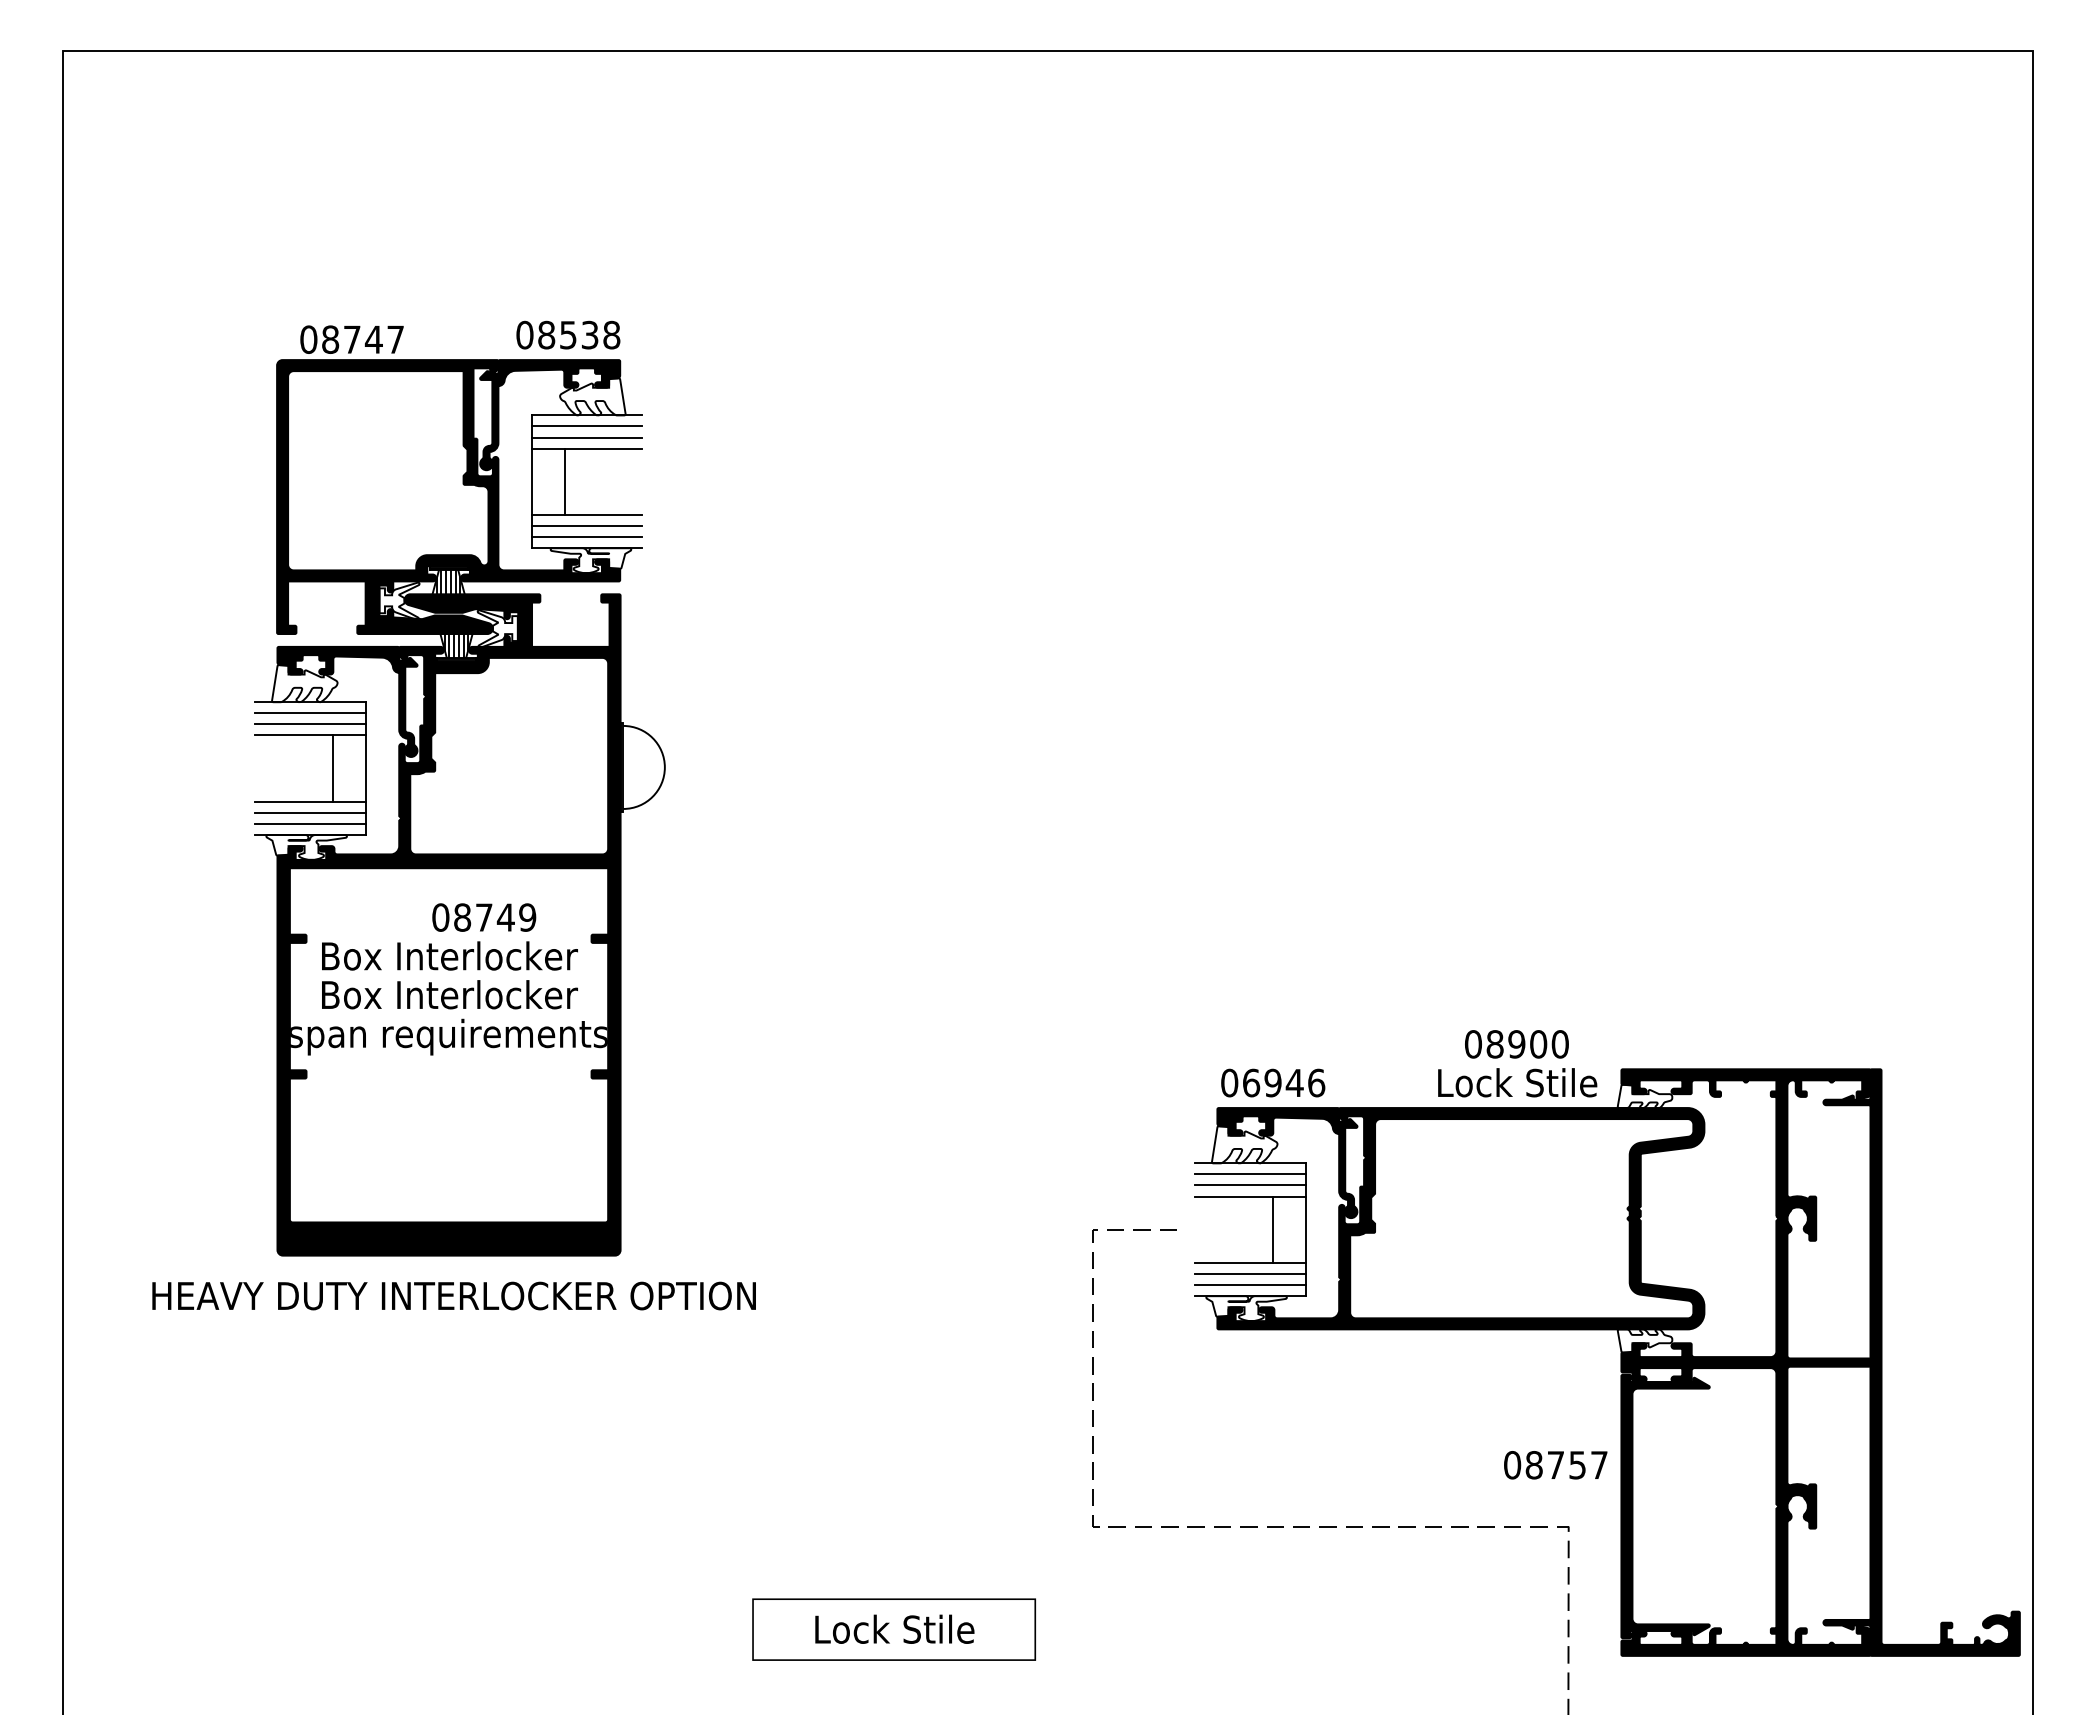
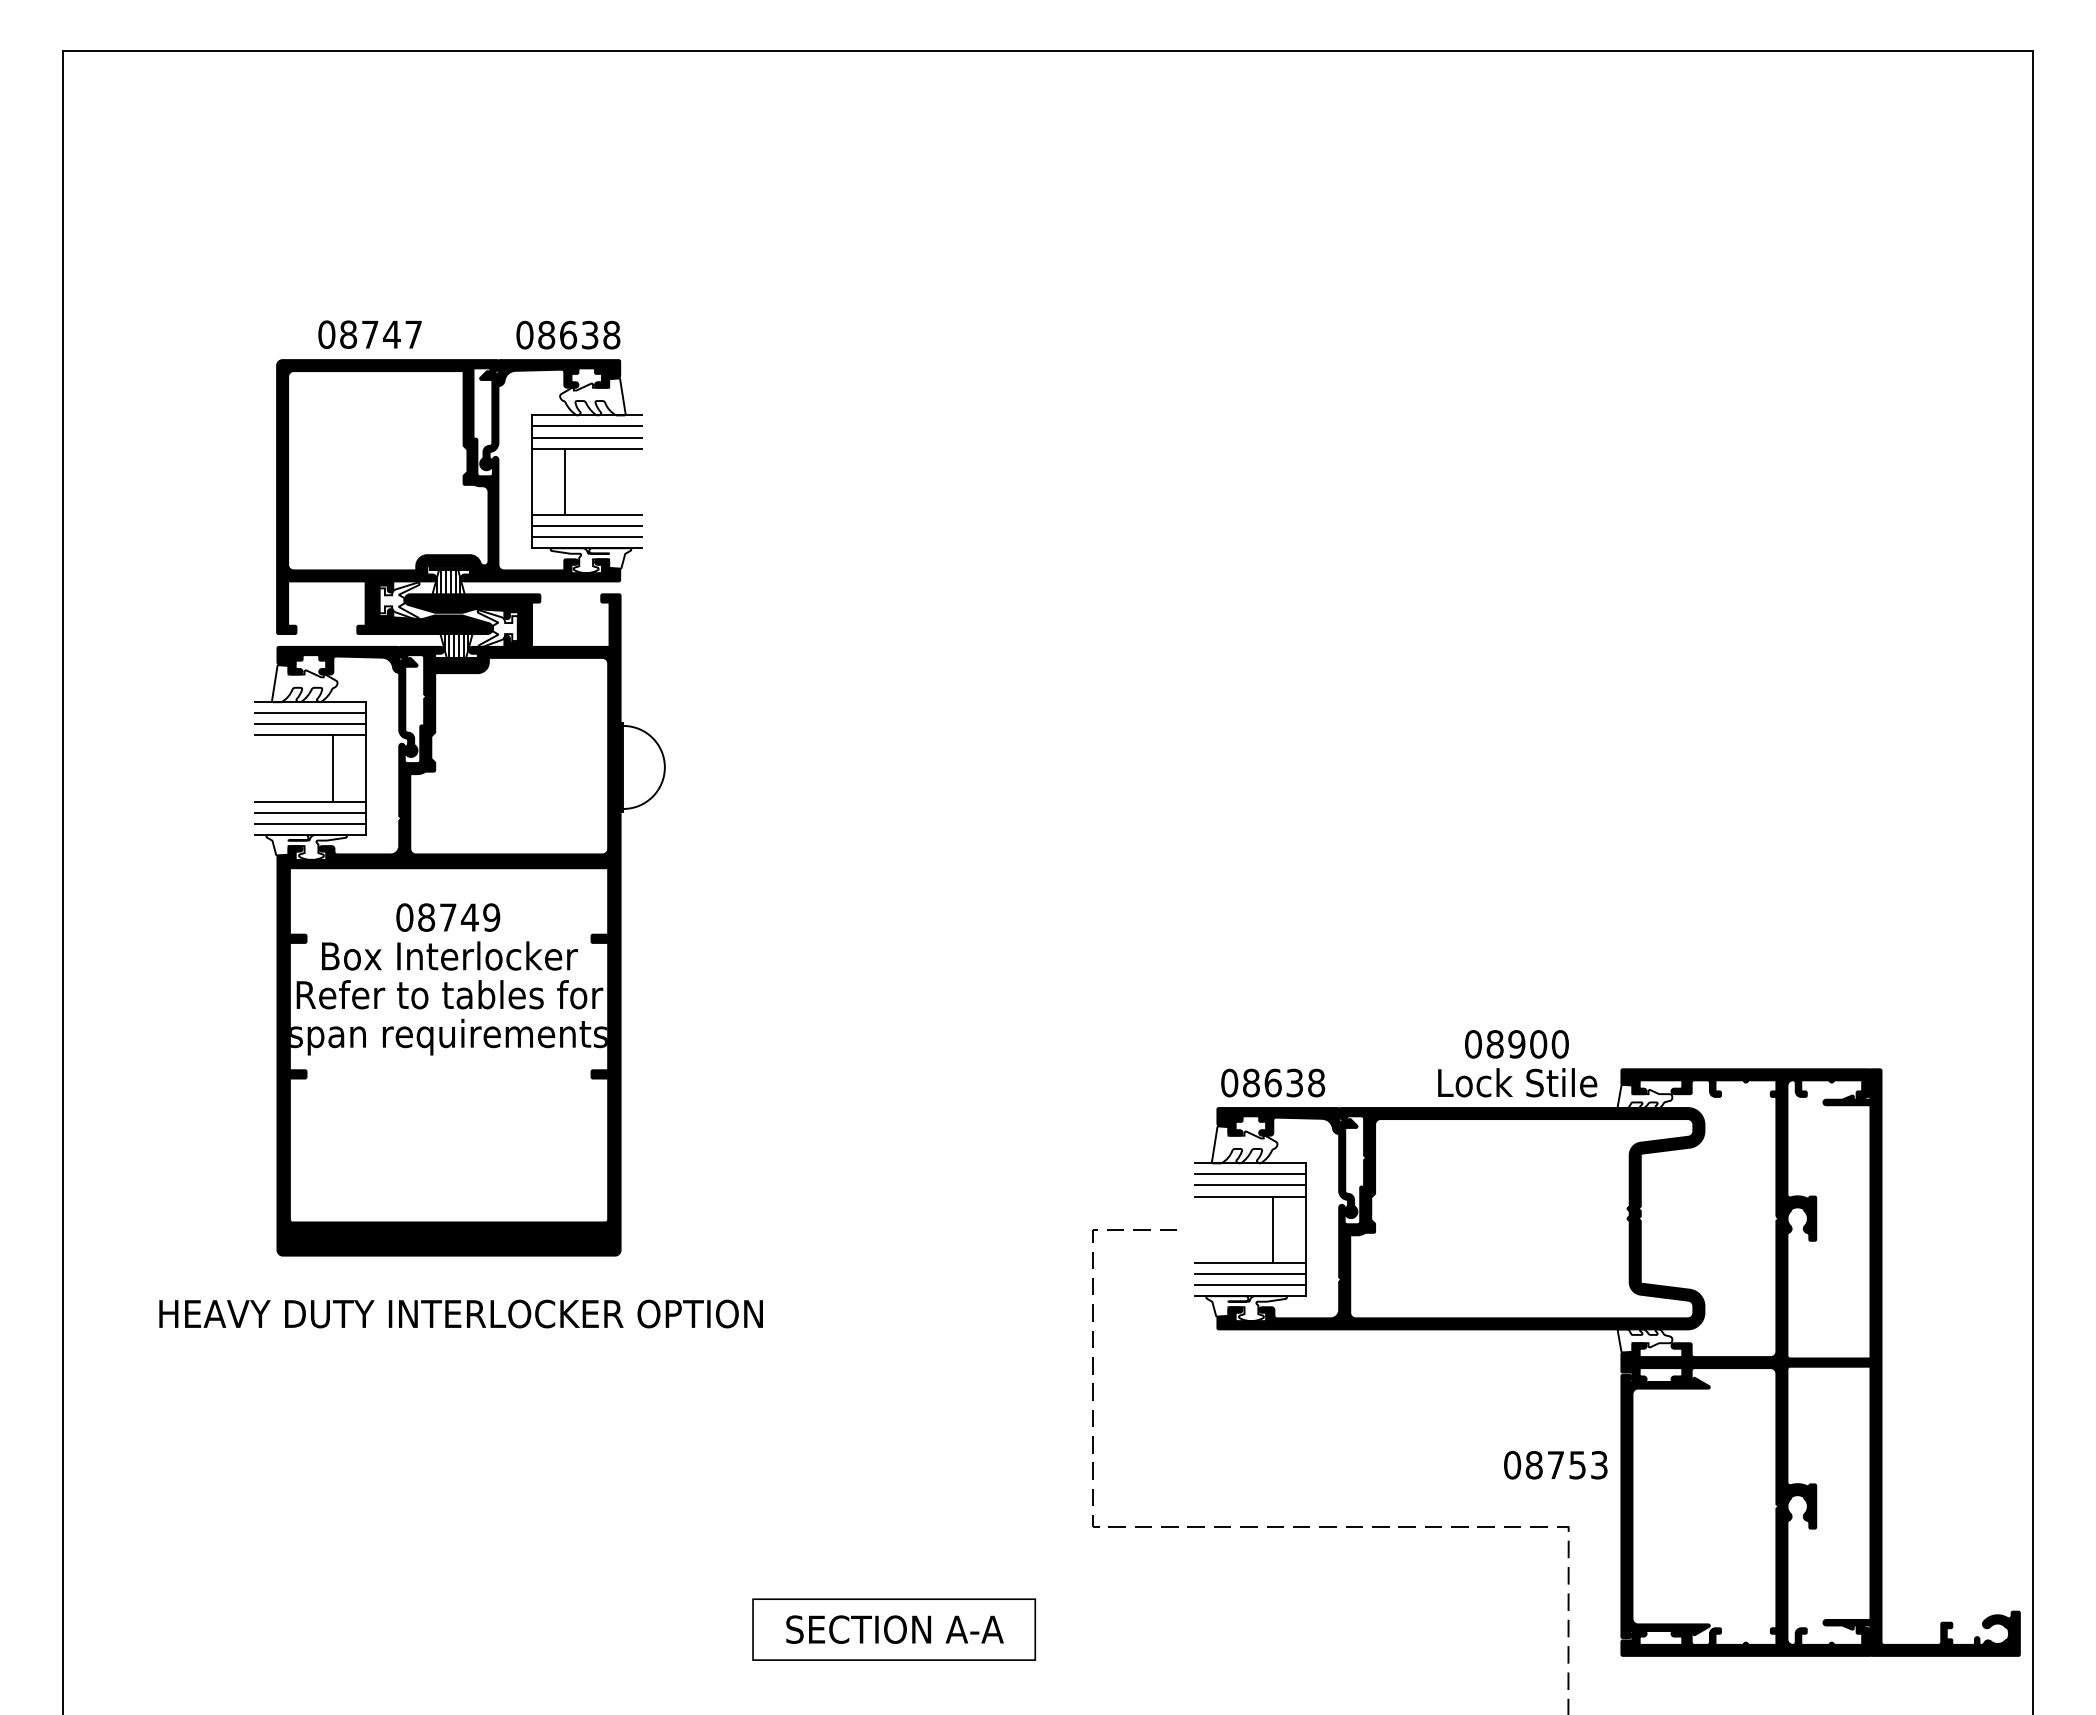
text at (568, 334): 08538 -> 08638
text at (351, 339) position: (351, 339) -> (369, 334)
text at (484, 917) position: (484, 917) -> (448, 917)
text at (449, 994): Box Interlocker -> Refer to tables for
text at (1284, 1082): 06946 -> 08638
text at (453, 1295) position: (453, 1295) -> (460, 1313)
text at (1599, 1465): 08757 -> 08753
text at (894, 1628): Lock Stile -> SECTION A-A
